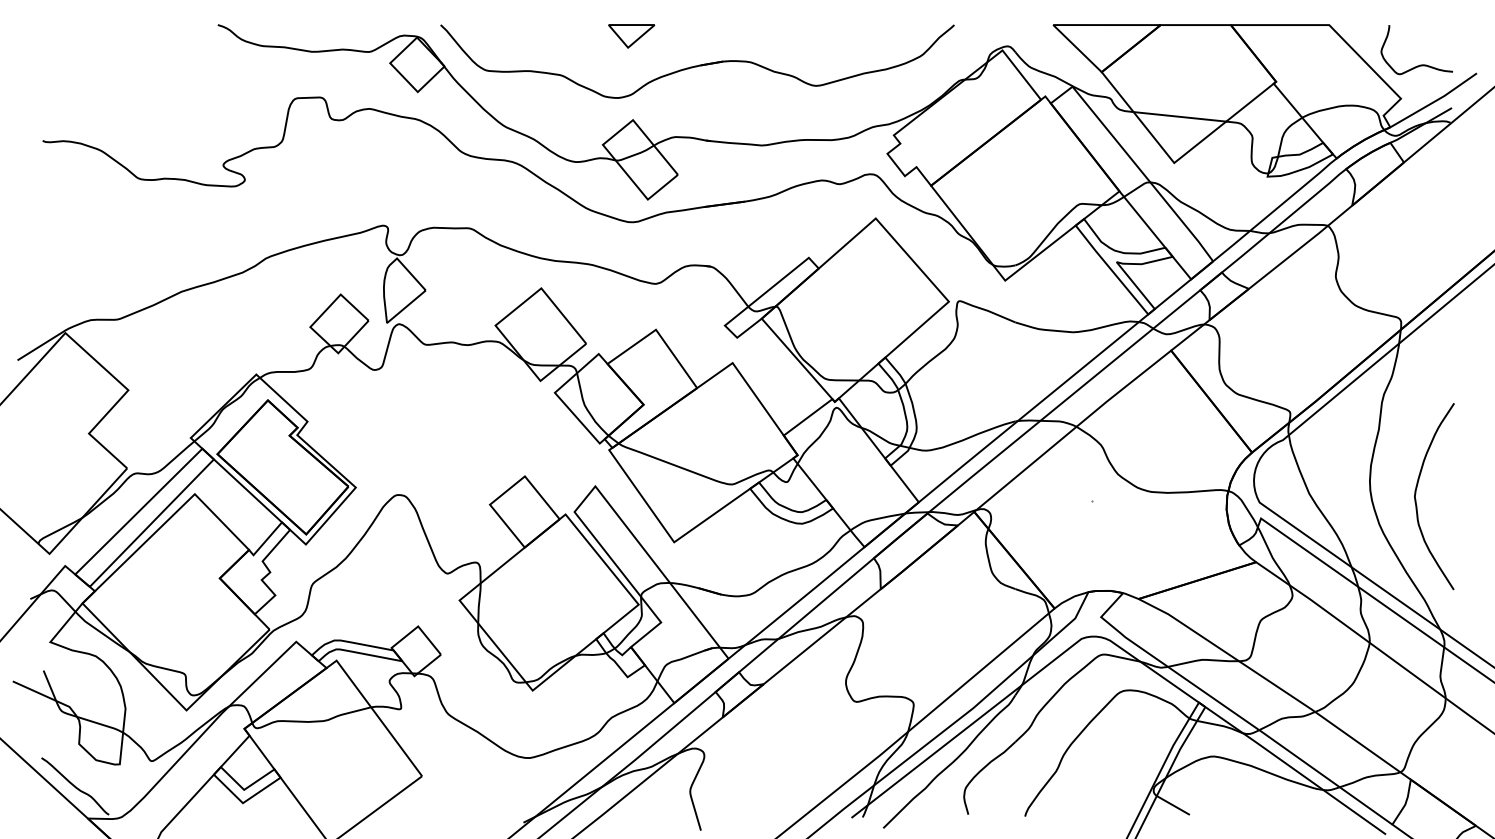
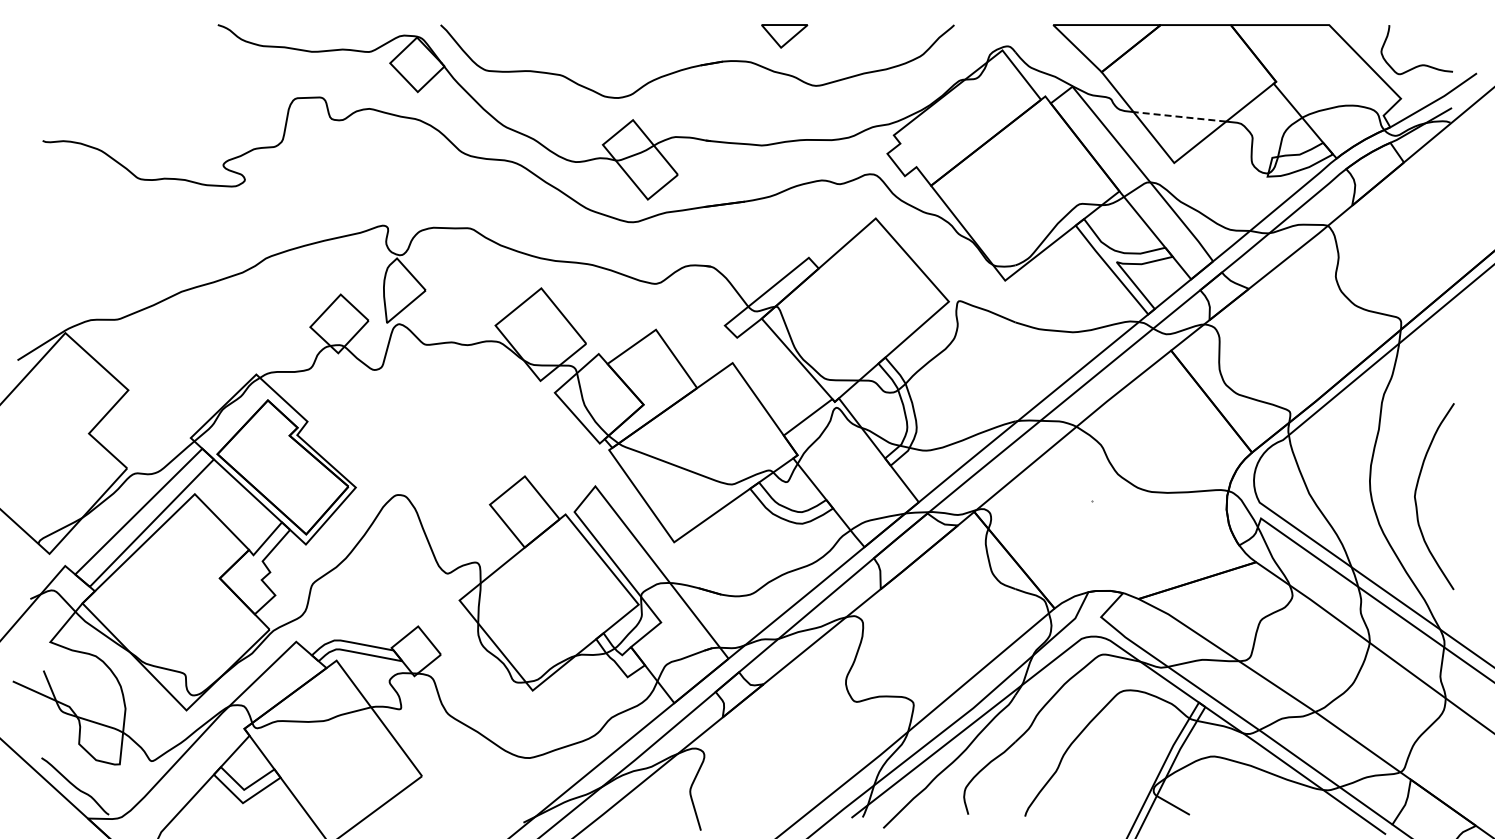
part at (631, 36) position: (631, 36) -> (784, 36)
line at (1179, 116): solid -> dashed
